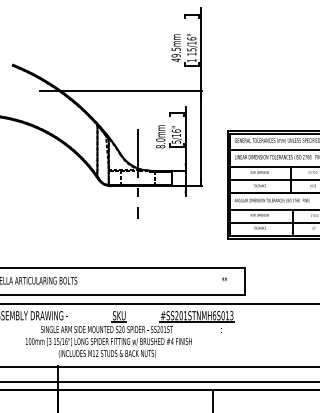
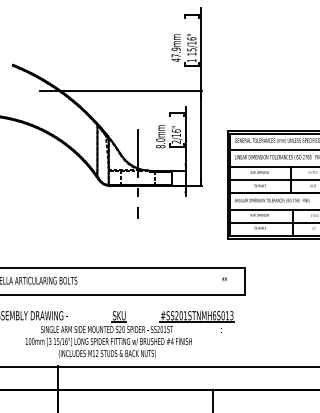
text at (175, 52): 49.5mm -> 47.9mm
text at (176, 141): 5/16" -> 2/16"
line at (159, 304): present -> none
line at (159, 381): present -> none
